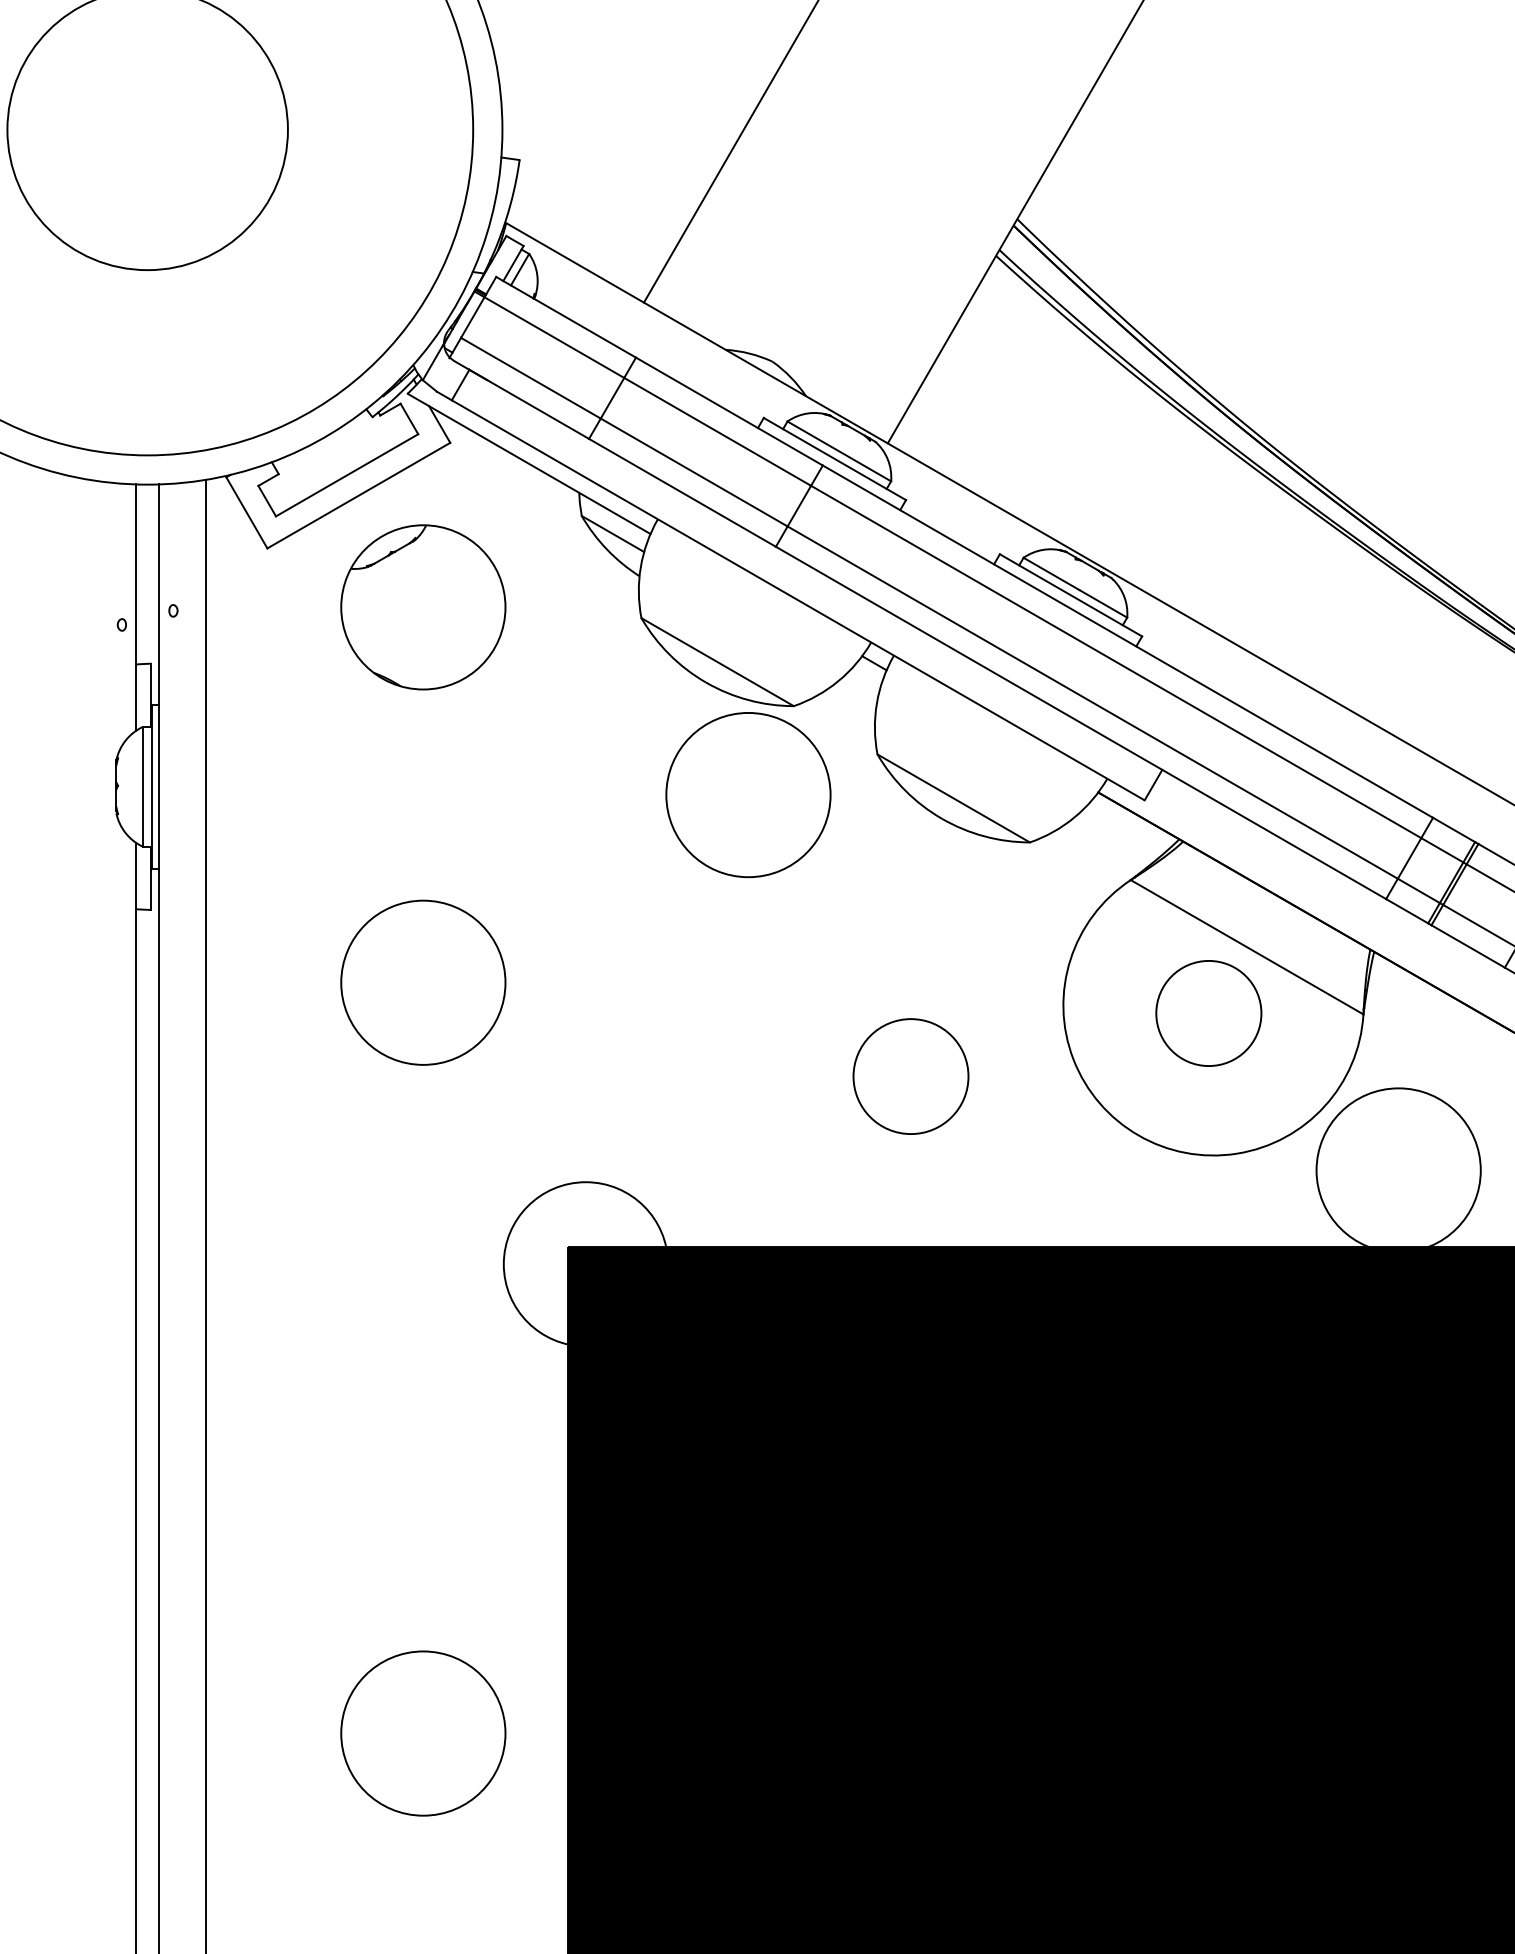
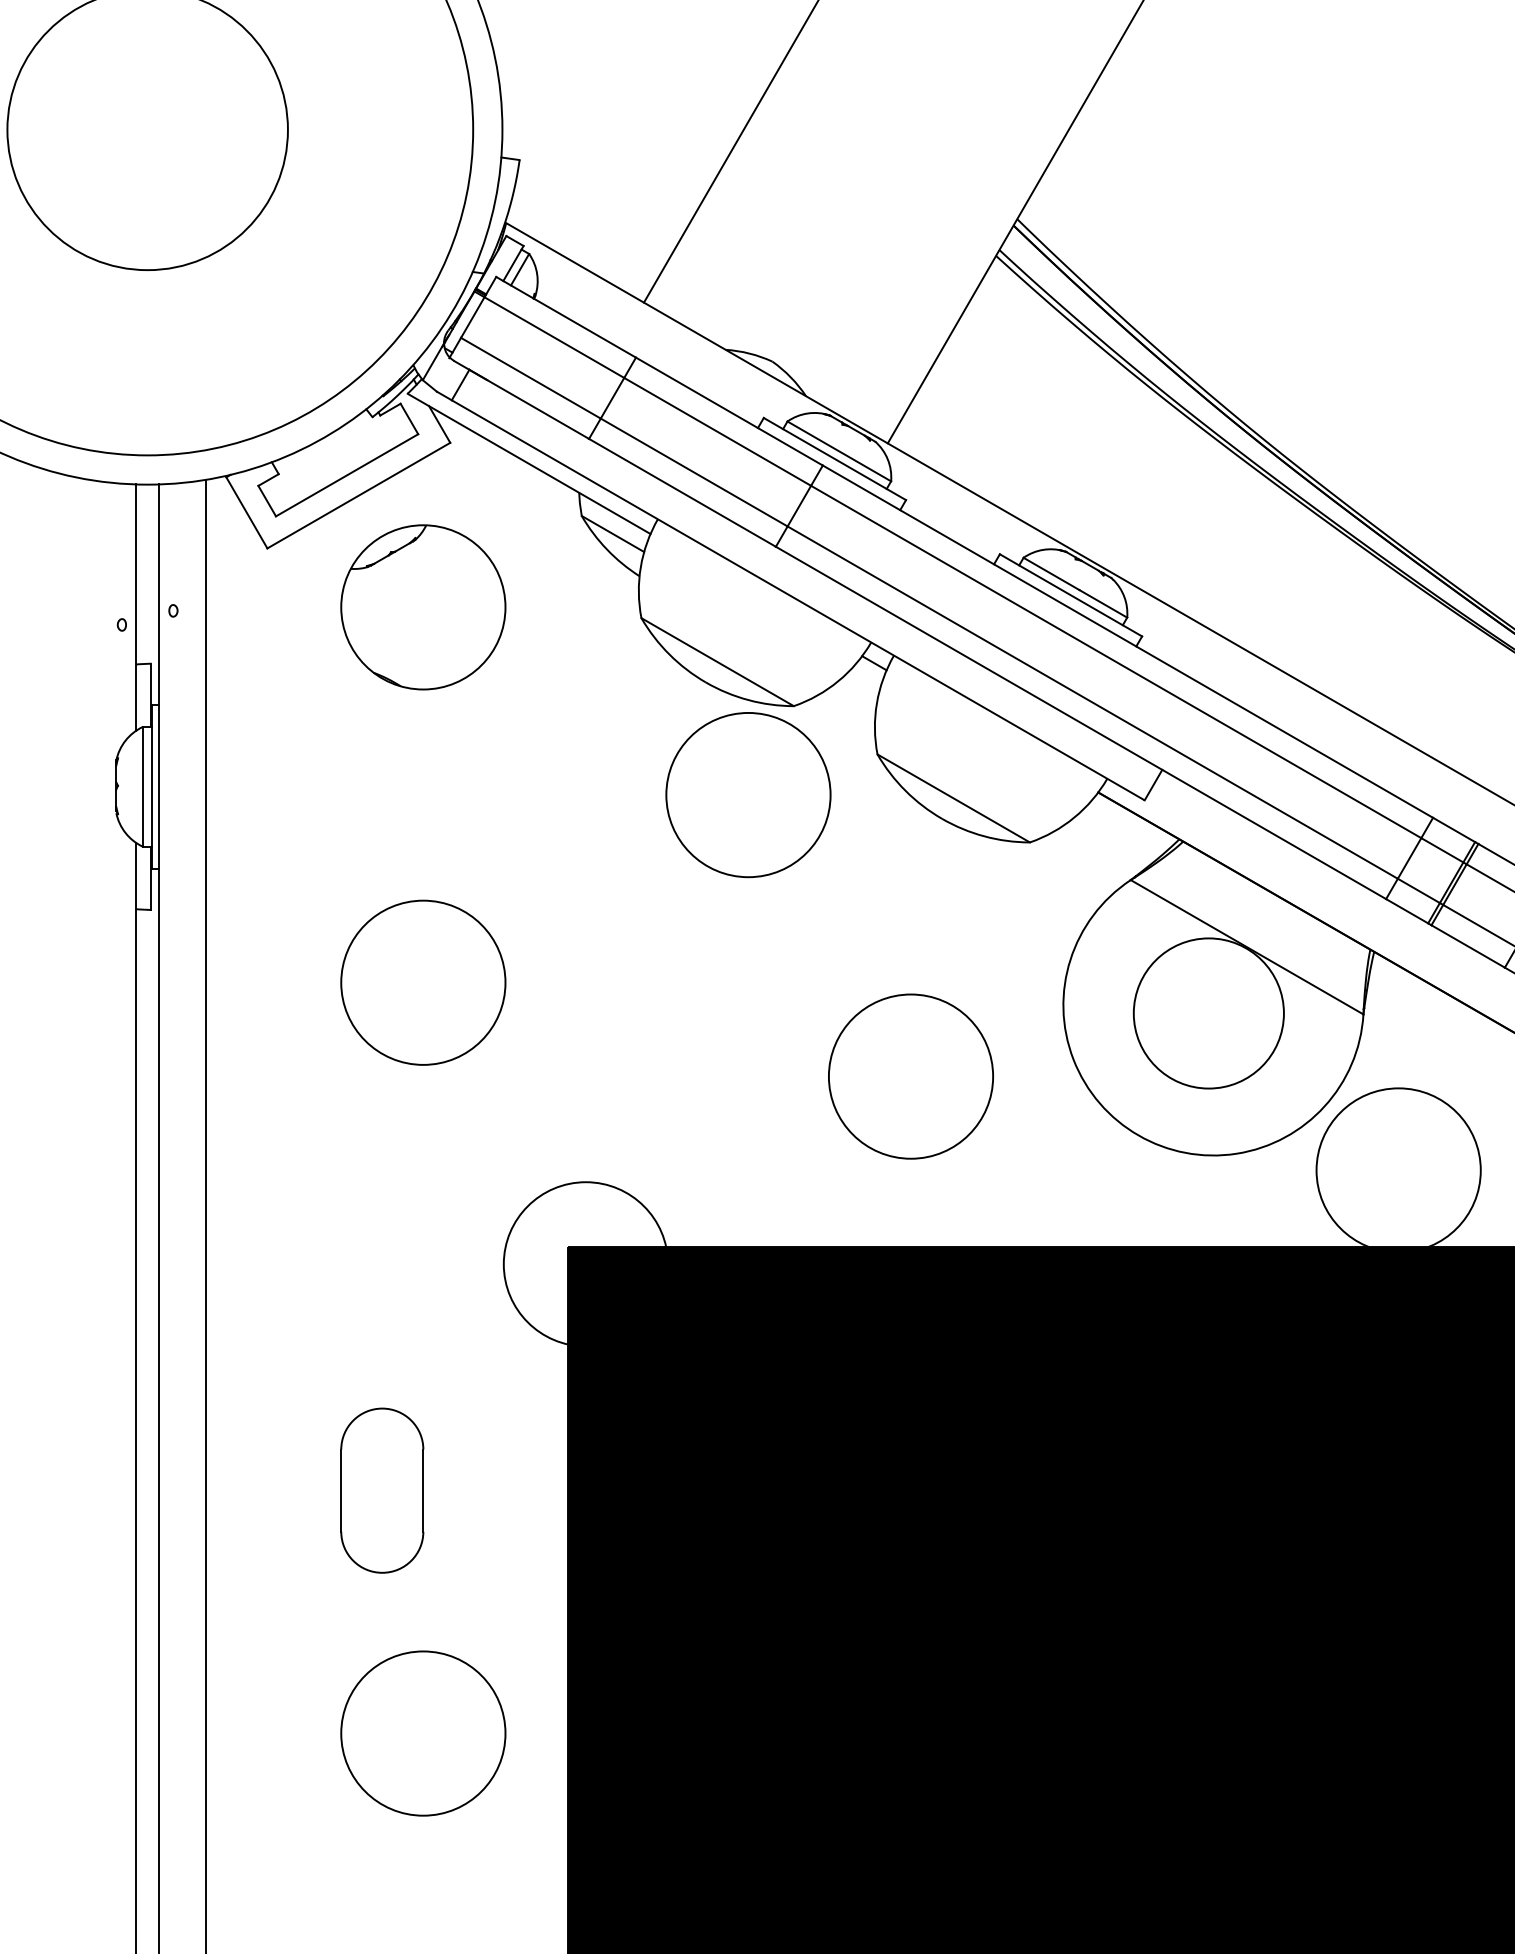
circle at (1208, 1013) diameter: 105 px -> 150 px
circle at (910, 1076) size: 118x117 px -> 166x167 px
part at (382, 1490): none -> present
